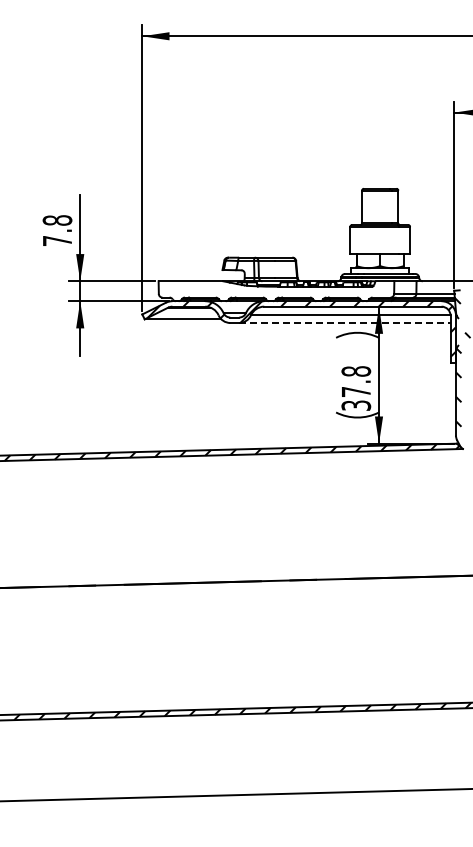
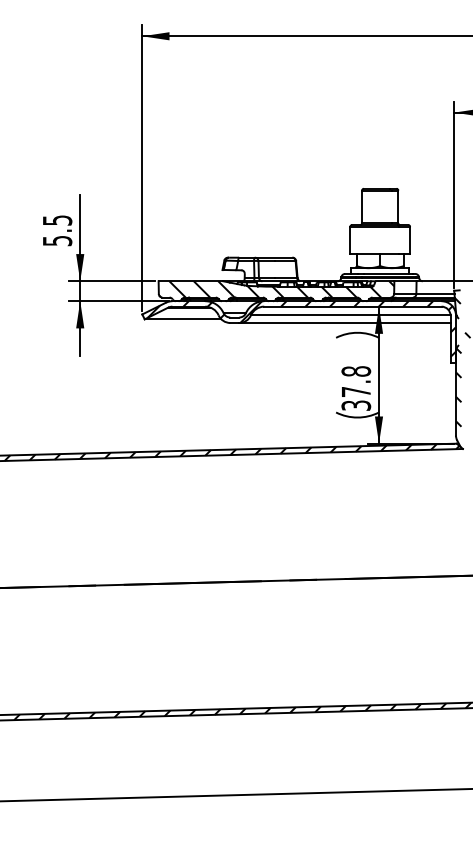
text at (57, 230): 7.8 -> 5.5
hatch at (276, 289): none -> present
line at (344, 322): dashed -> solid
